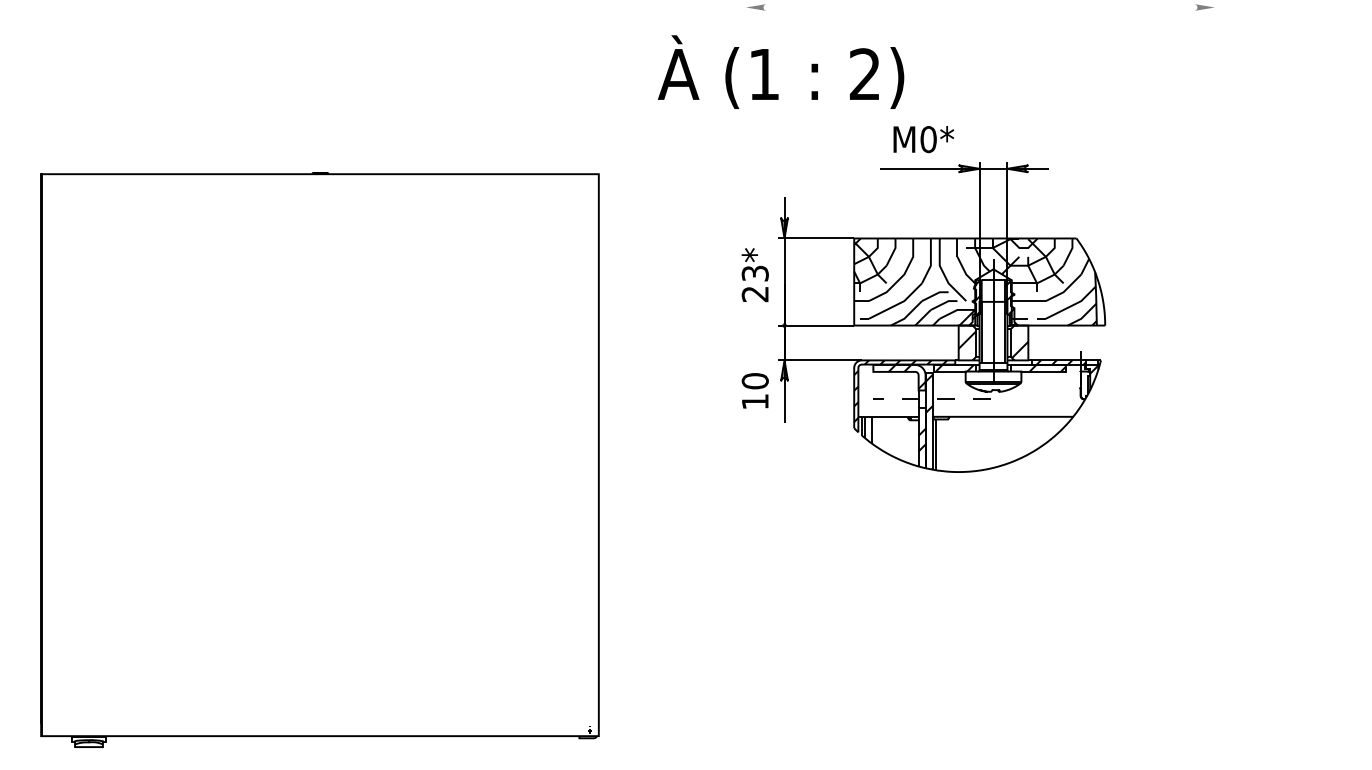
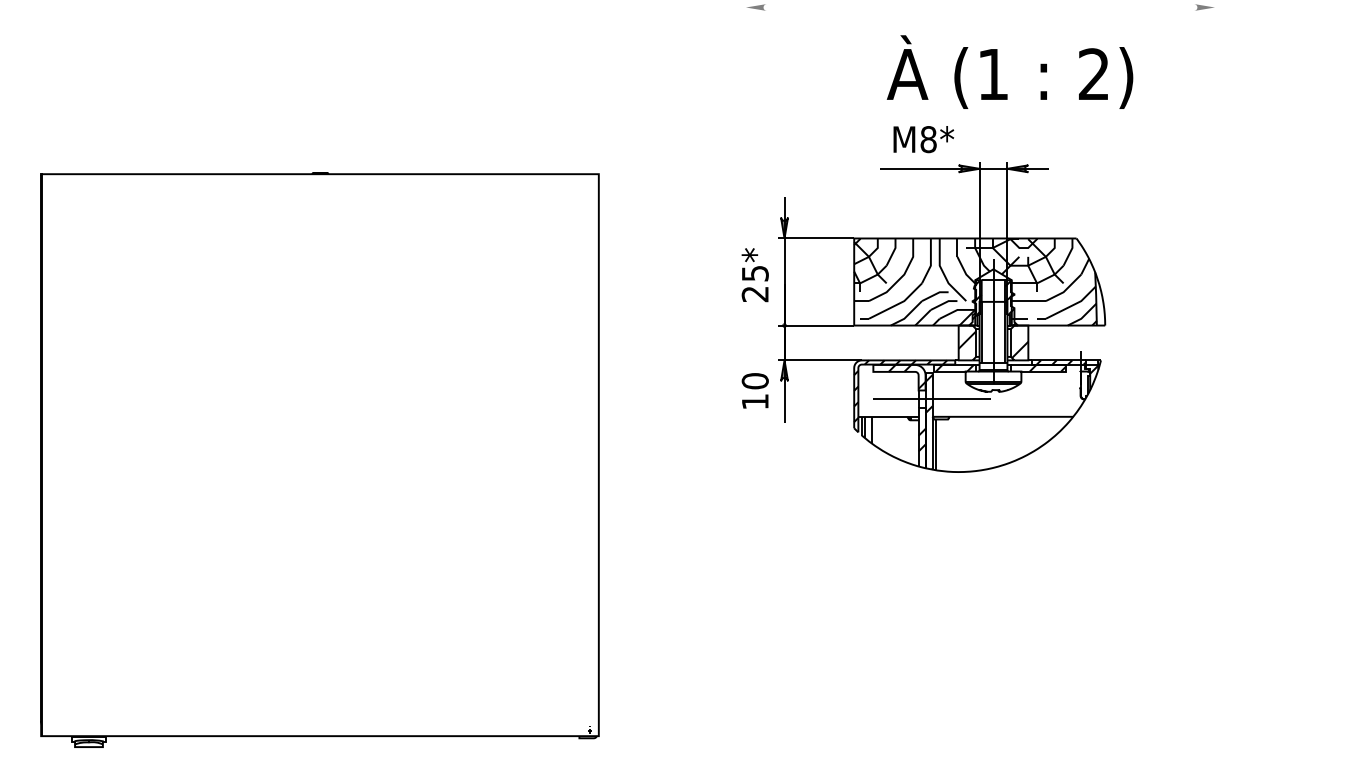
text at (780, 71) position: (780, 71) -> (1009, 71)
text at (928, 139): M0* -> M8*
text at (754, 272): 23* -> 25*
line at (931, 399): dashed -> solid
